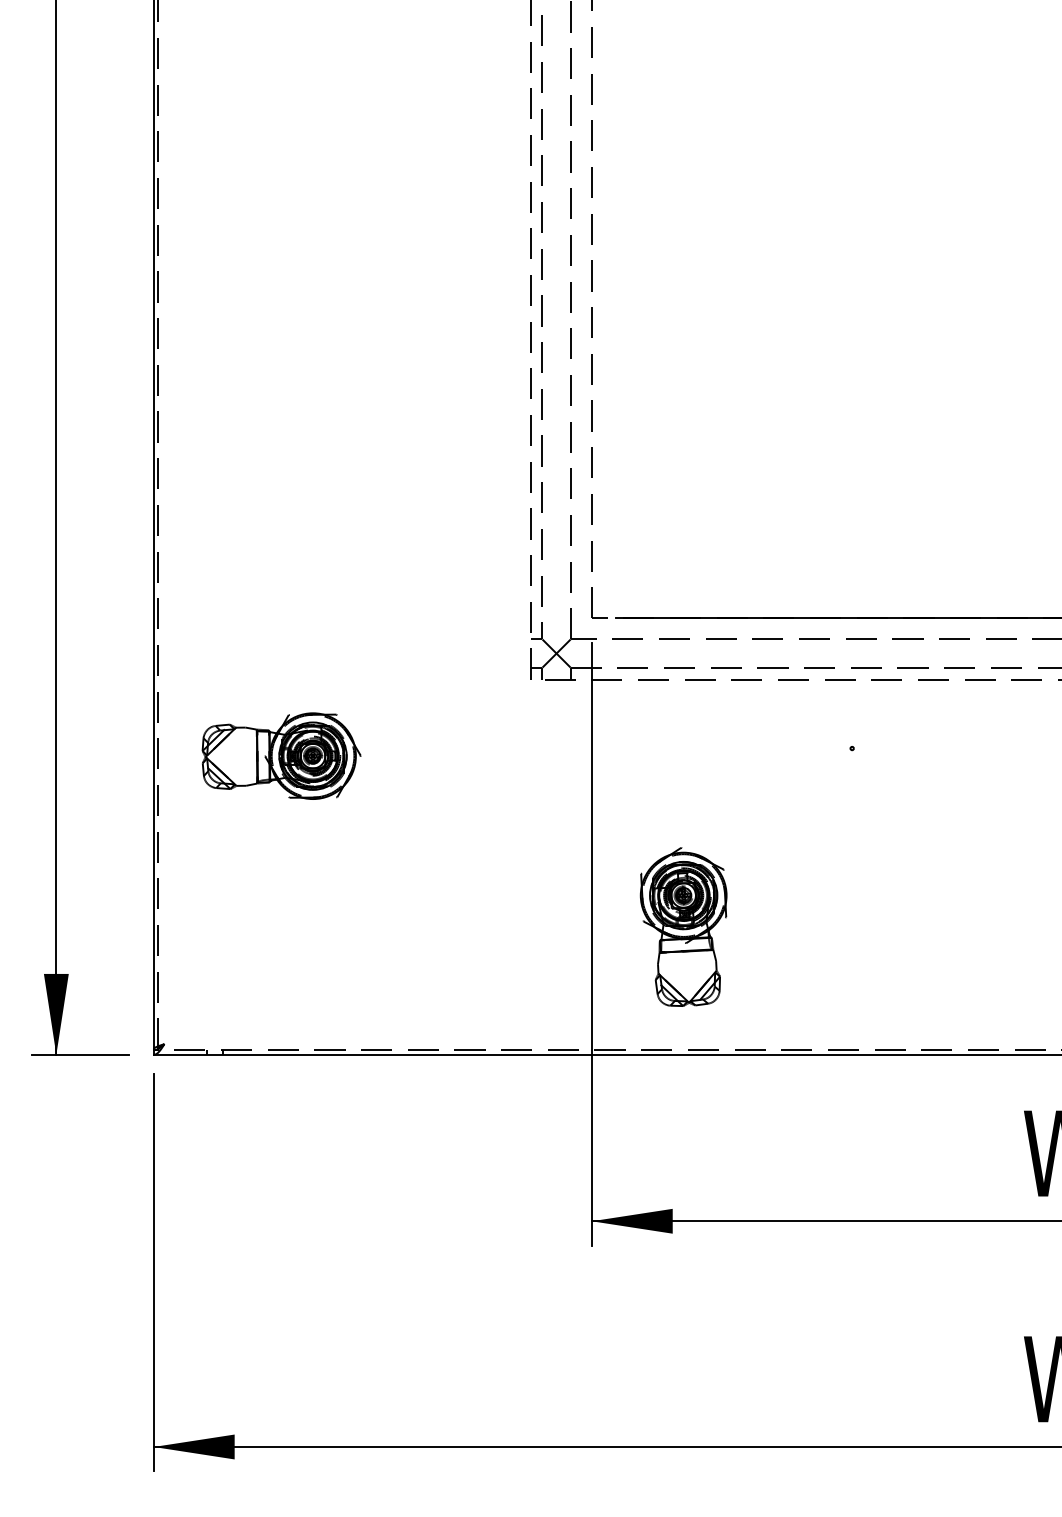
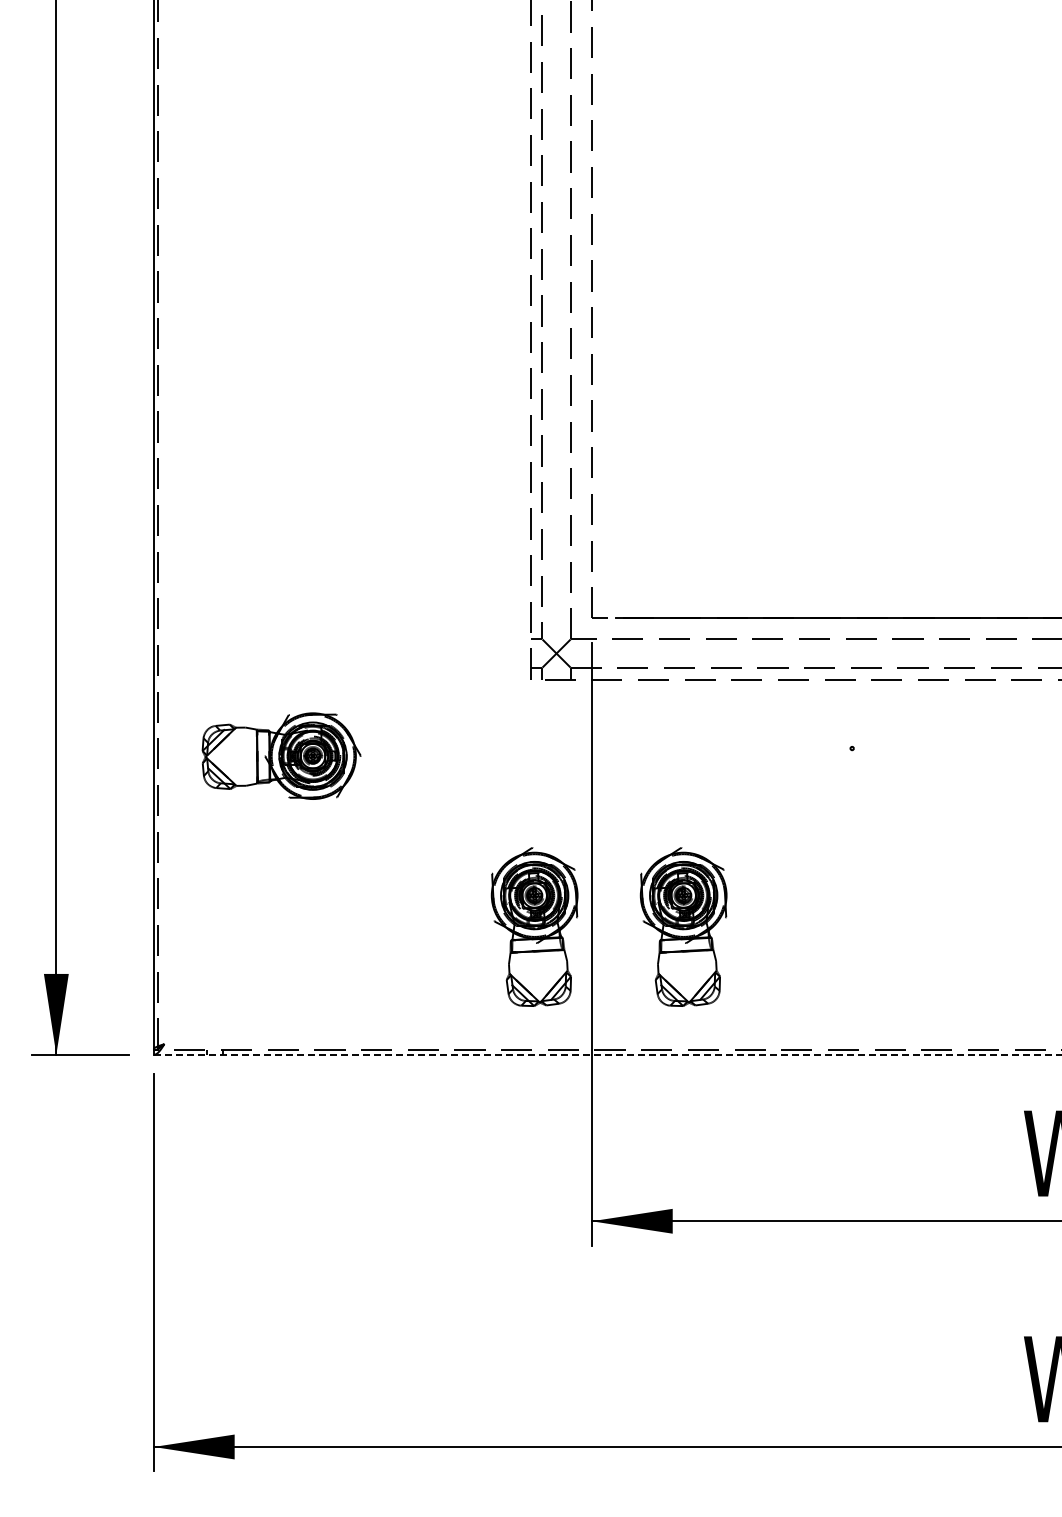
part at (534, 926): none -> present
line at (607, 1054): solid -> dashed
